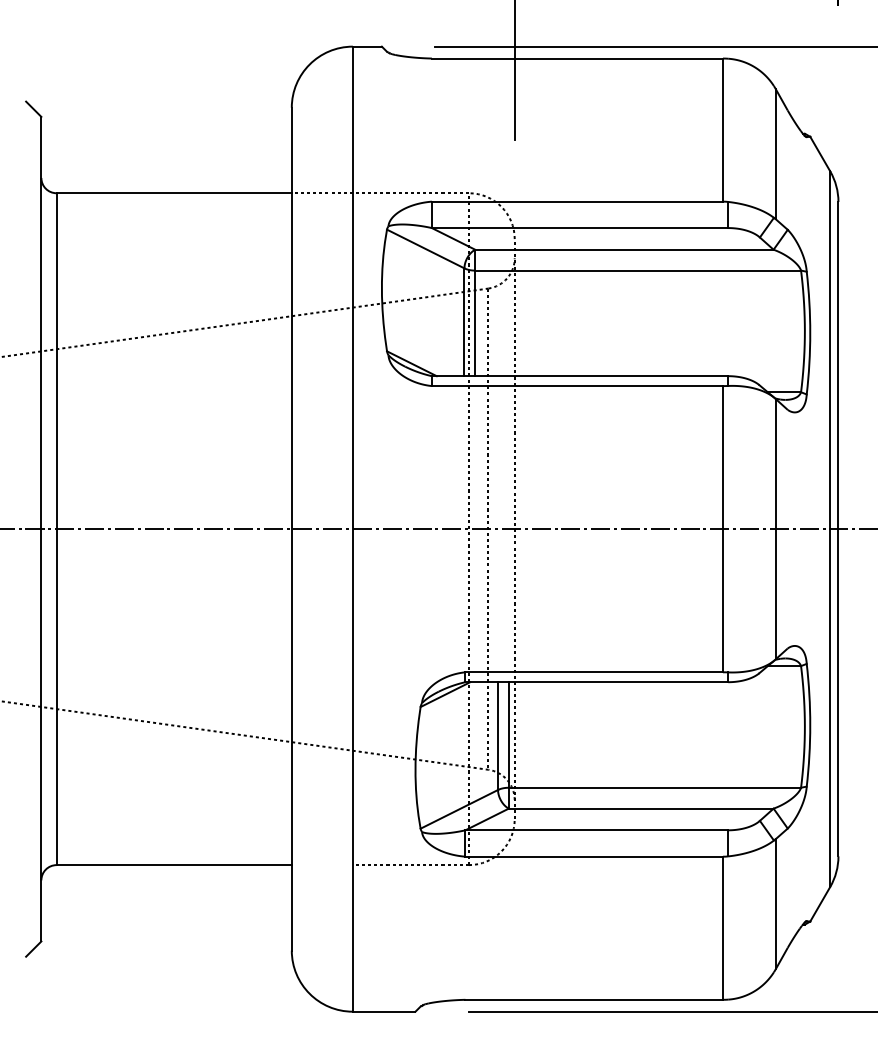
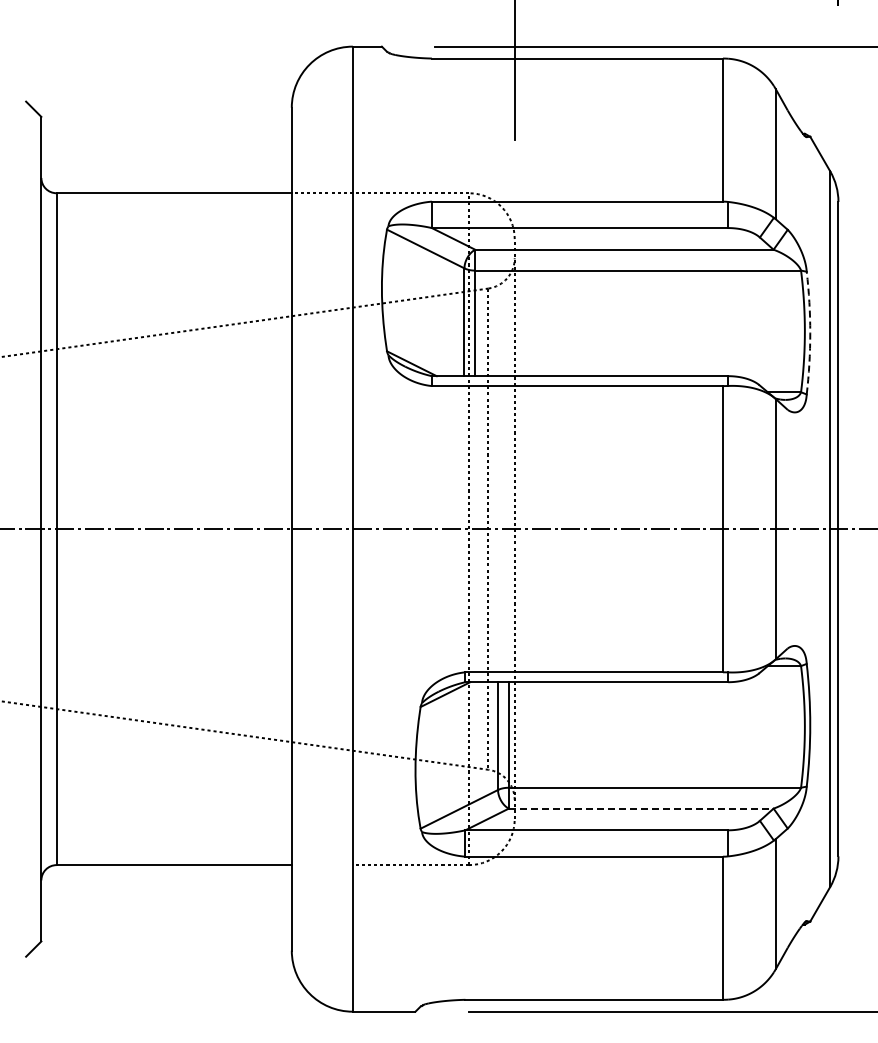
arc at (810, 333): solid -> dashed
line at (641, 808): solid -> dashed
